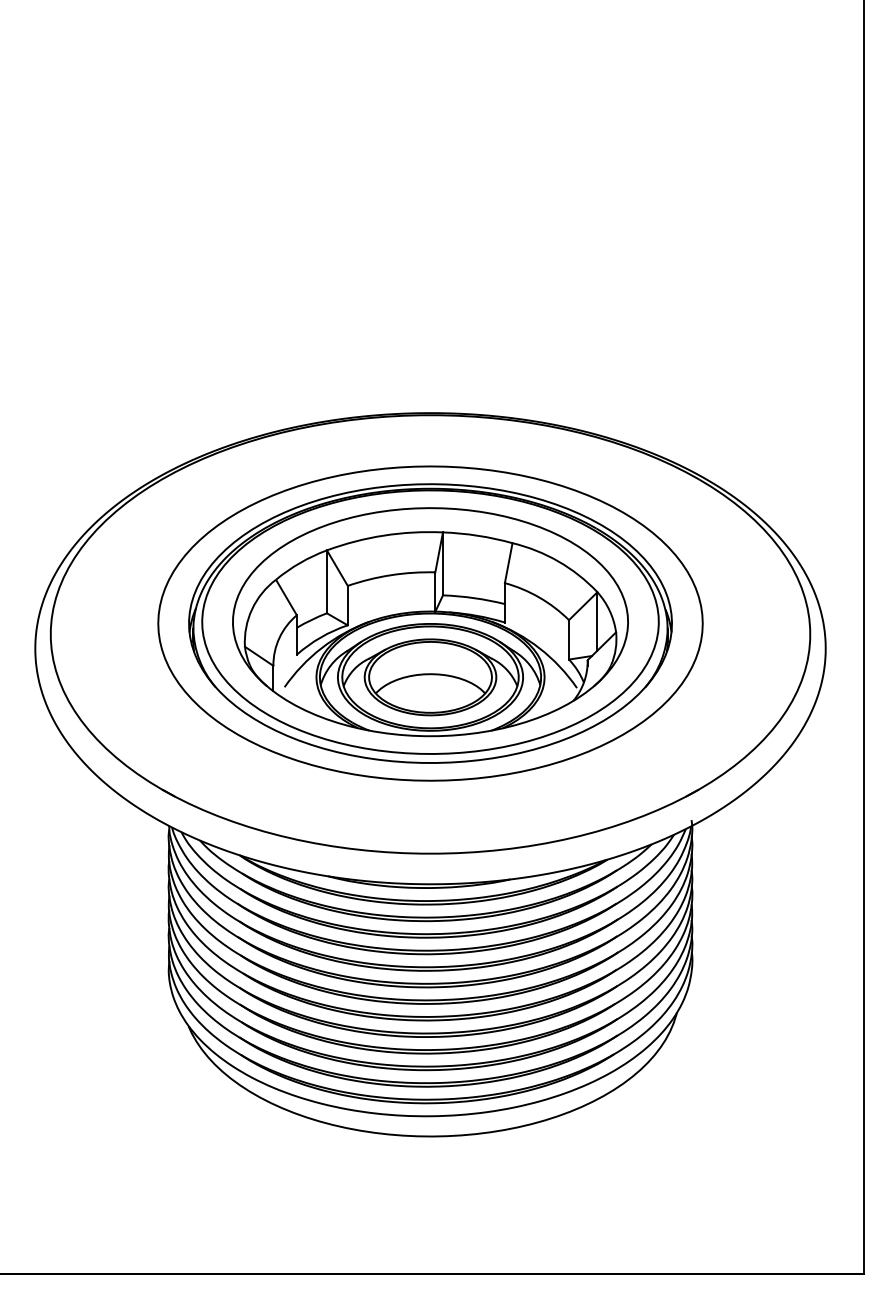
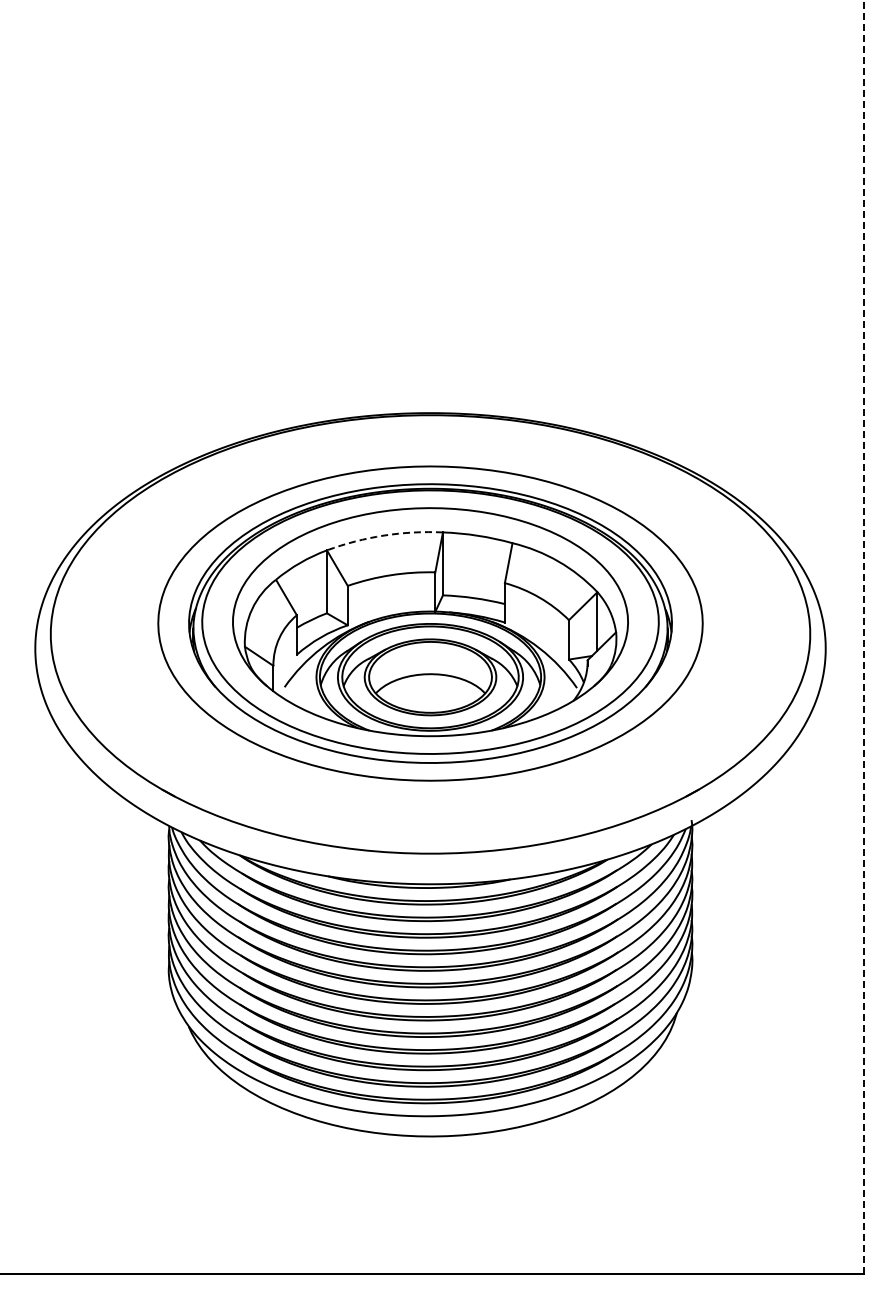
arc at (384, 535): solid -> dashed
line at (864, 636): solid -> dashed
